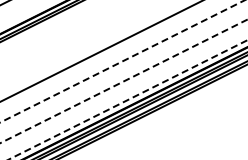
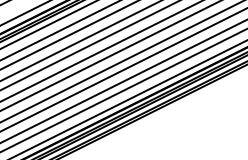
line at (24, 13): none -> present
line at (47, 24): none -> present
line at (59, 30): none -> present
line at (68, 35): none -> present
line at (80, 41): none -> present
line at (89, 45): none -> present
line at (109, 56): none -> present
line at (122, 61): dashed -> solid
line at (123, 69): none -> present
line at (123, 81): dashed -> solid
line at (123, 90): none -> present
line at (127, 100): dashed -> solid
